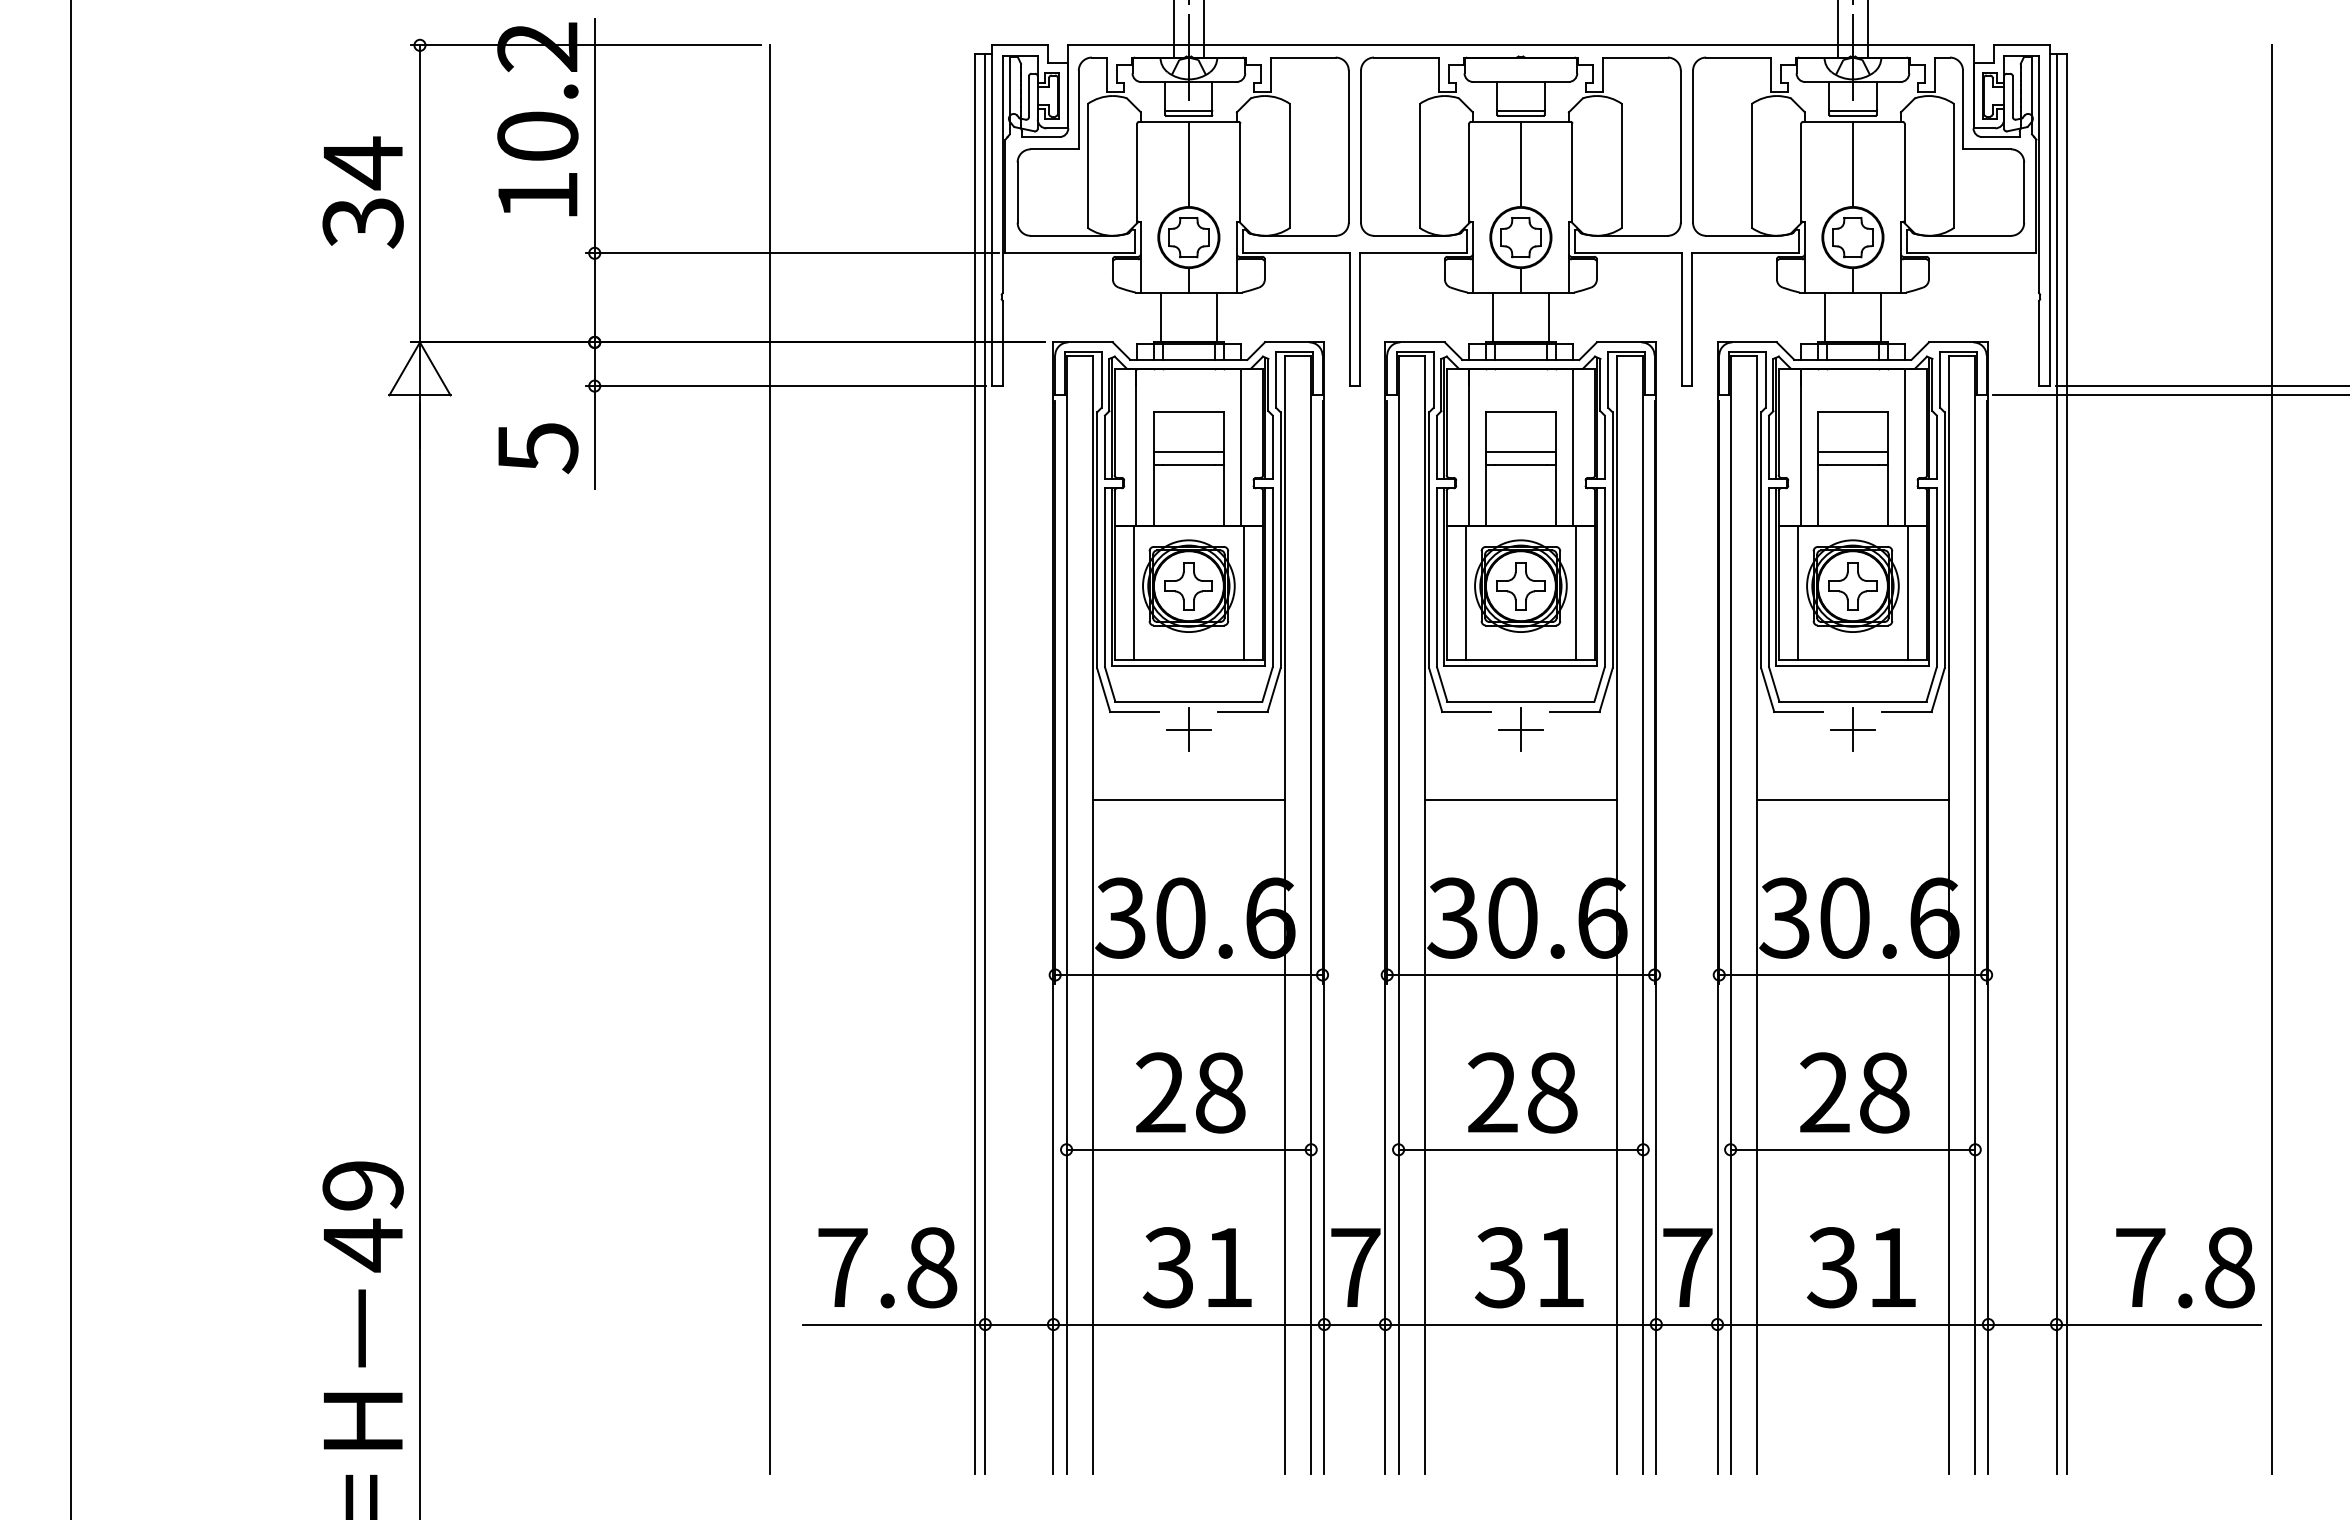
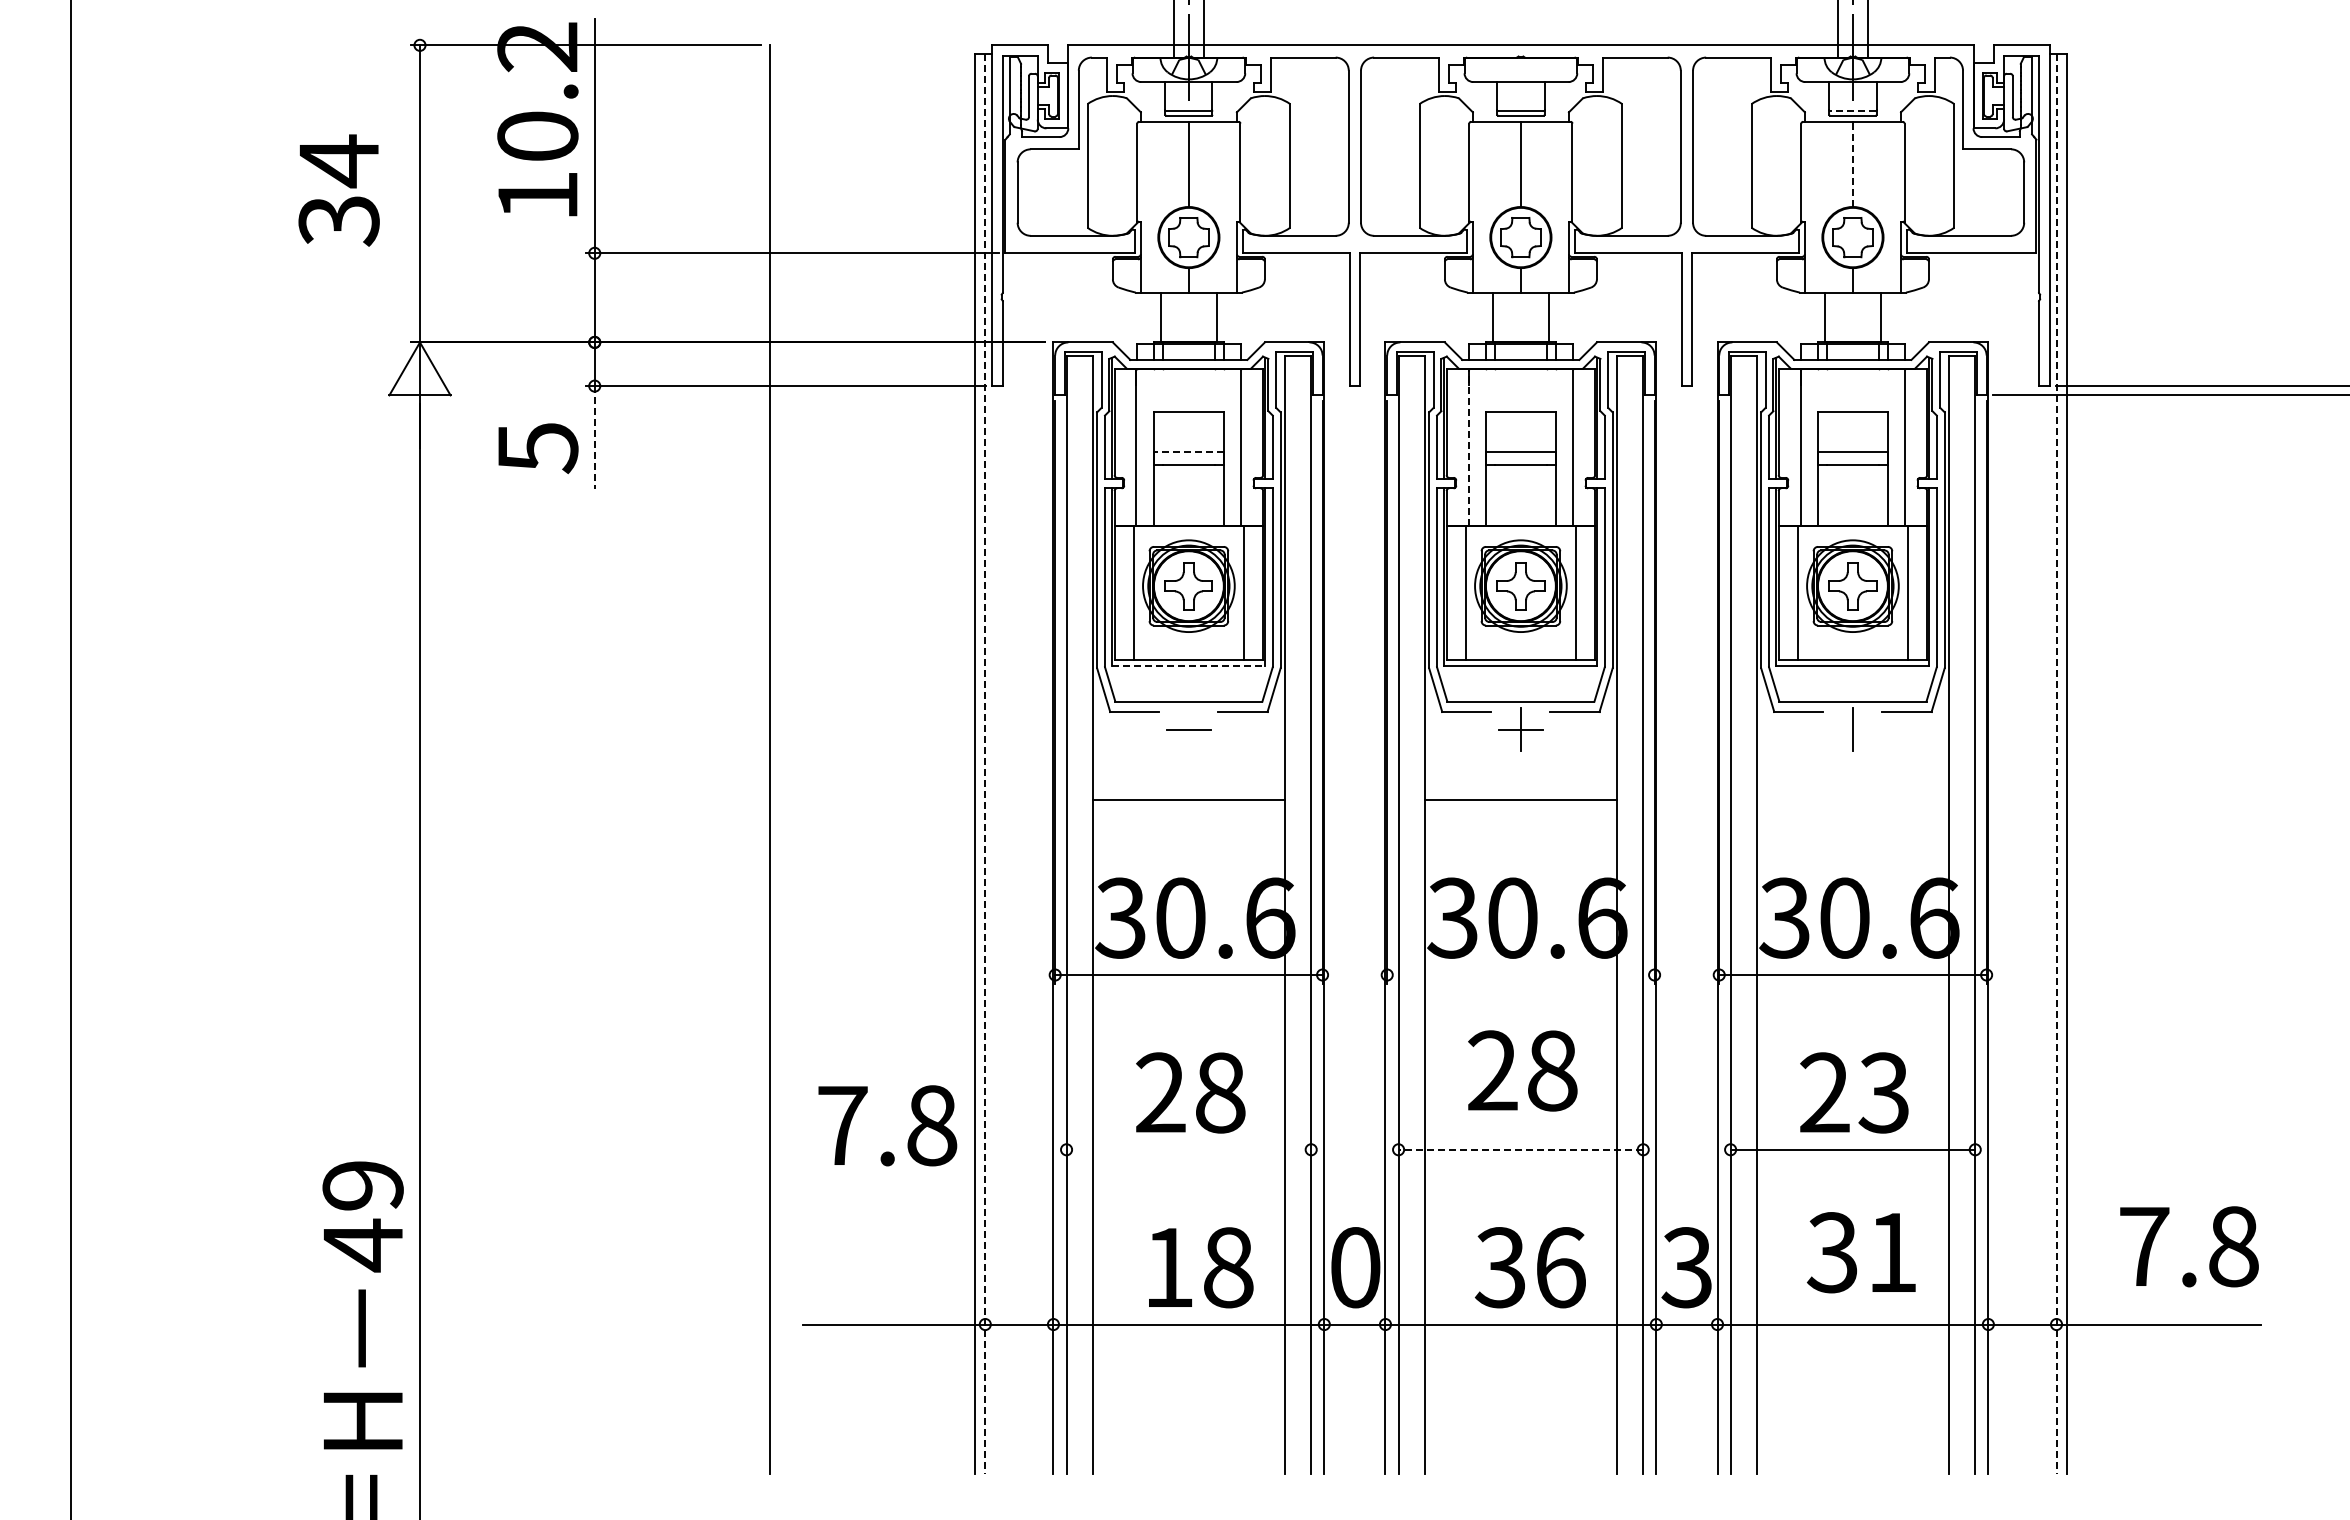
line at (1852, 111): solid -> dashed
line at (1852, 164): solid -> dashed
text at (362, 192) position: (362, 192) -> (338, 190)
line at (594, 438): solid -> dashed
line at (1468, 447): solid -> dashed
line at (1188, 451): solid -> dashed
line at (1189, 665): solid -> dashed
line at (1188, 729): present -> none
line at (1852, 729): present -> none
line at (2272, 759): present -> none
line at (985, 764): solid -> dashed
line at (2056, 764): solid -> dashed
line at (1852, 800): present -> none
line at (1520, 975): present -> none
text at (1522, 1092) position: (1522, 1092) -> (1522, 1070)
text at (1883, 1092): 28 -> 23
line at (1188, 1149): present -> none
line at (1520, 1149): solid -> dashed
text at (887, 1267) position: (887, 1267) -> (887, 1125)
text at (1197, 1267): 31 -> 18
text at (1355, 1267): 7 -> 0
text at (1561, 1267): 31 -> 36
text at (1686, 1267): 7 -> 3
text at (1861, 1267) position: (1861, 1267) -> (1861, 1252)
text at (2185, 1267) position: (2185, 1267) -> (2189, 1246)
